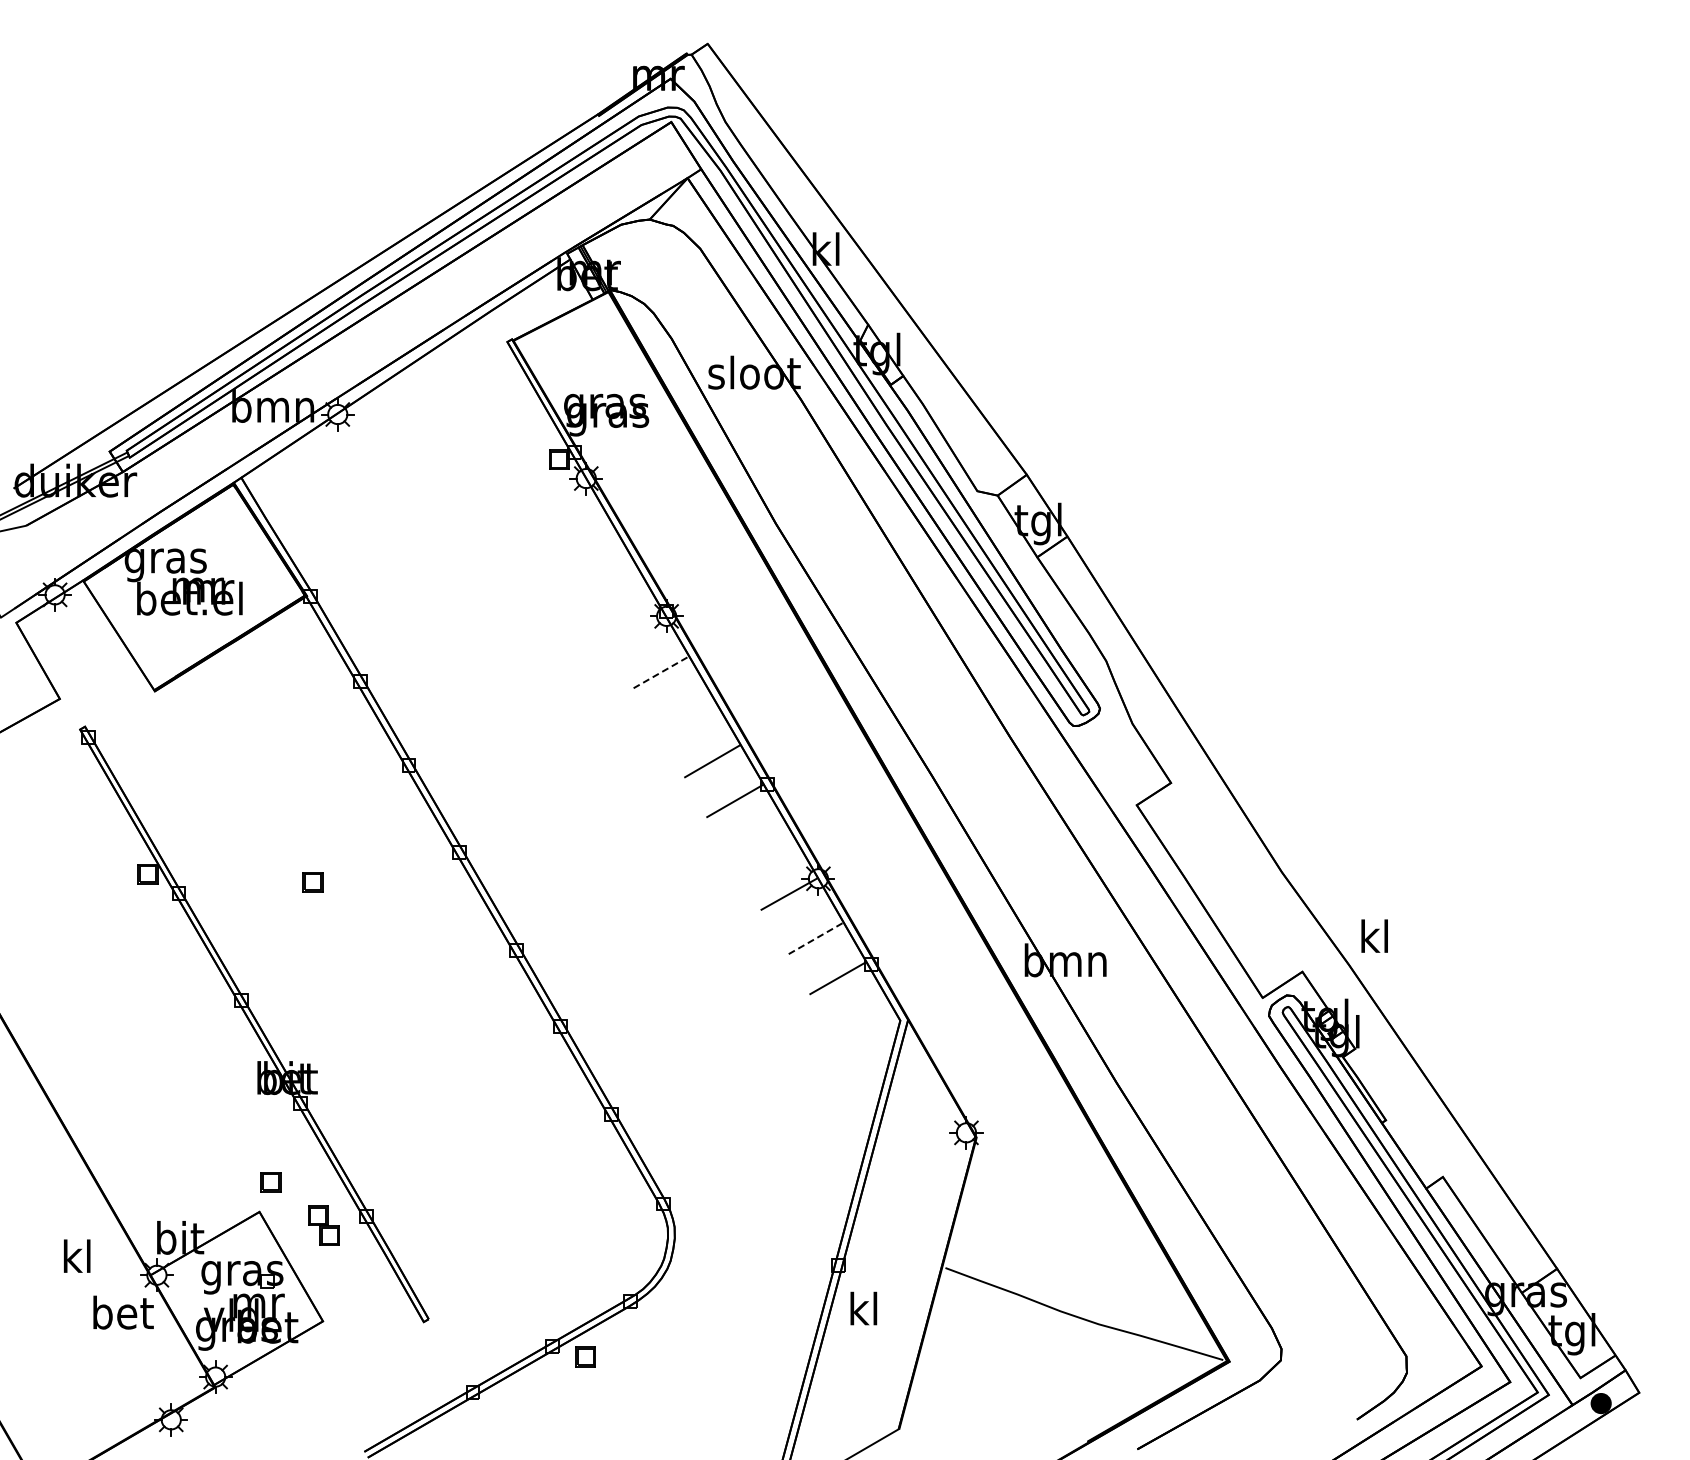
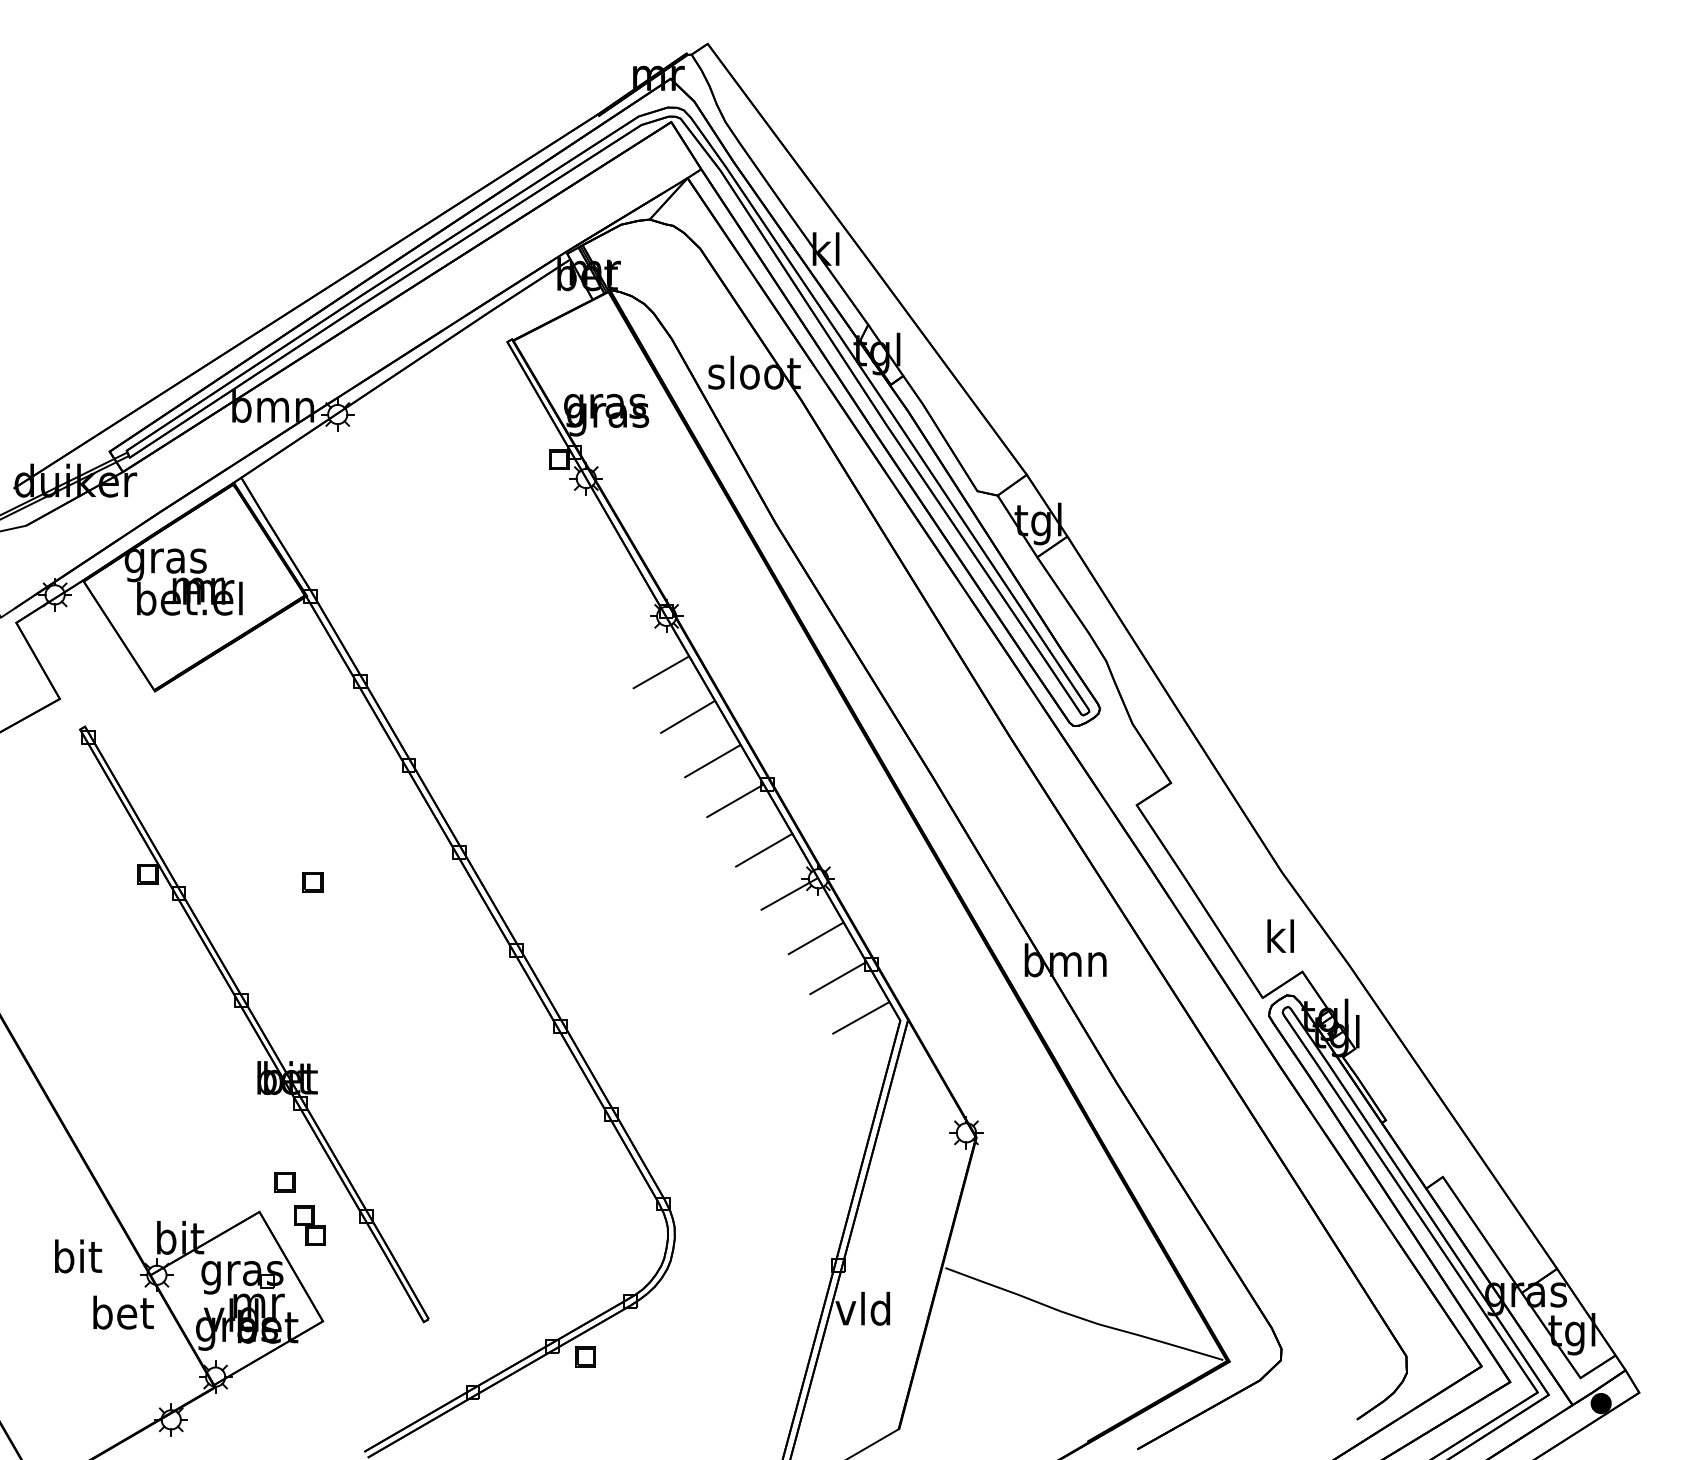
line at (661, 672): dashed -> solid
line at (687, 716): none -> present
line at (764, 849): none -> present
text at (1374, 935) position: (1374, 935) -> (1280, 935)
line at (816, 938): dashed -> solid
line at (860, 1017): none -> present
part at (270, 1182) position: (270, 1182) -> (284, 1182)
part at (323, 1225) position: (323, 1225) -> (309, 1225)
text at (78, 1256): kl -> bit
text at (862, 1308): kl -> vld
